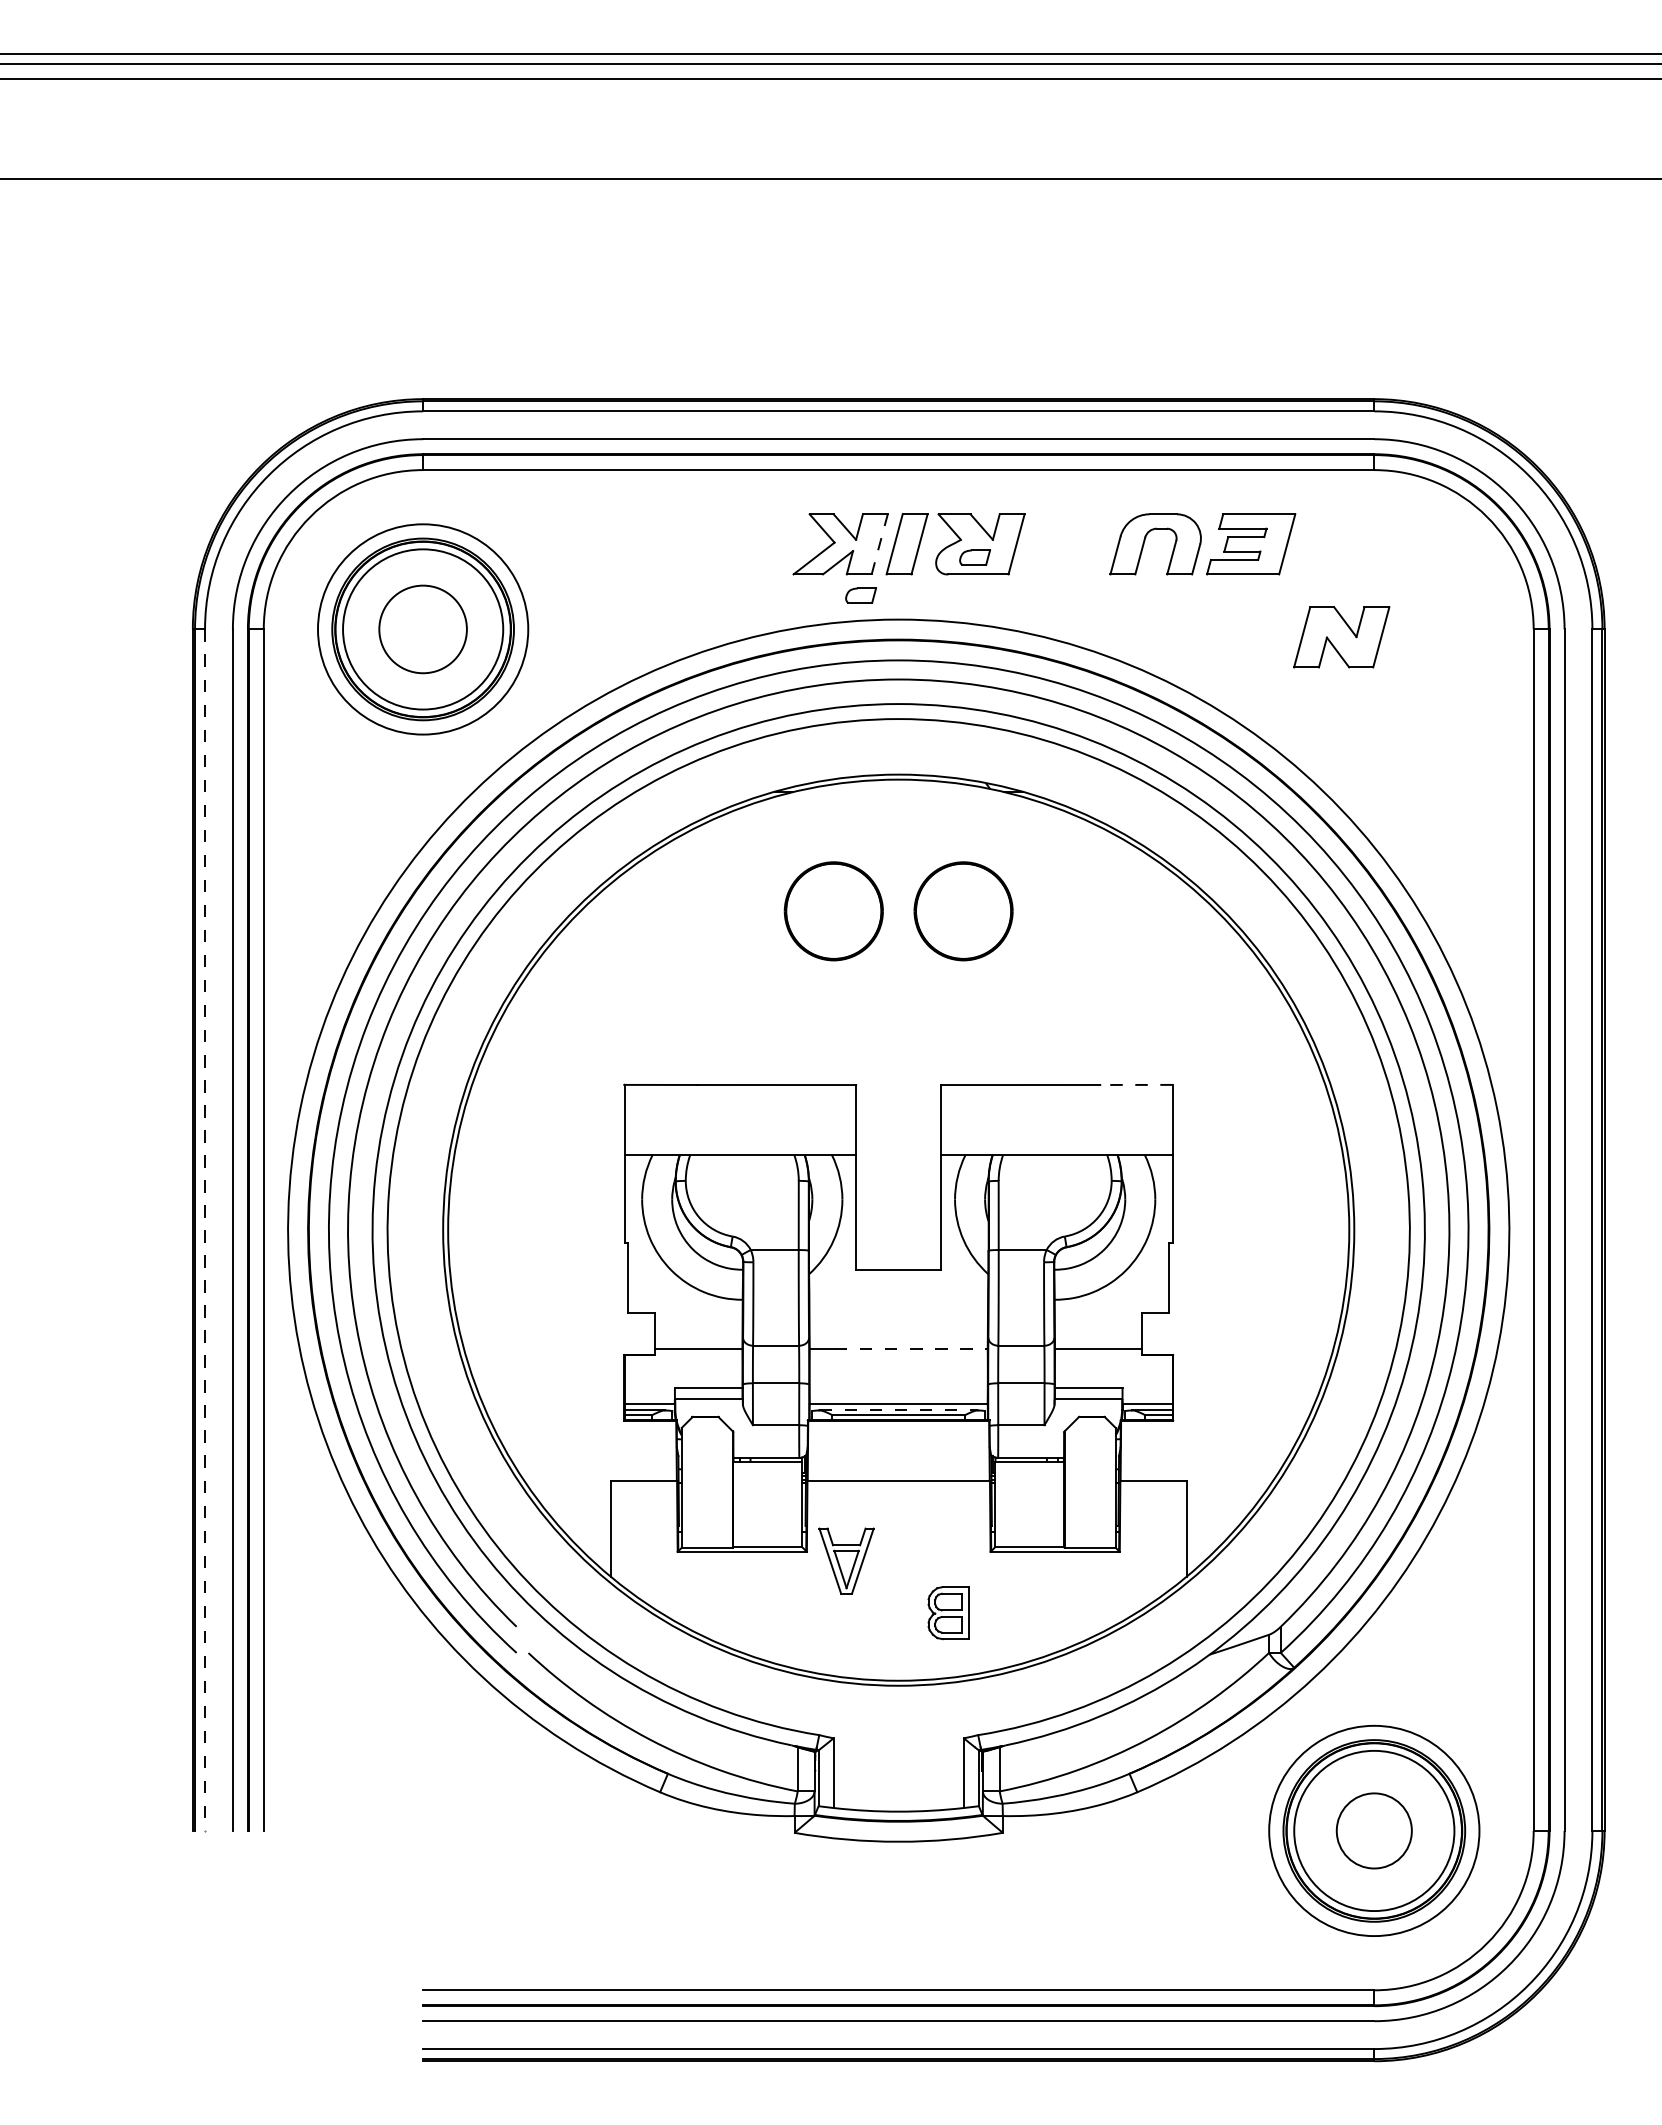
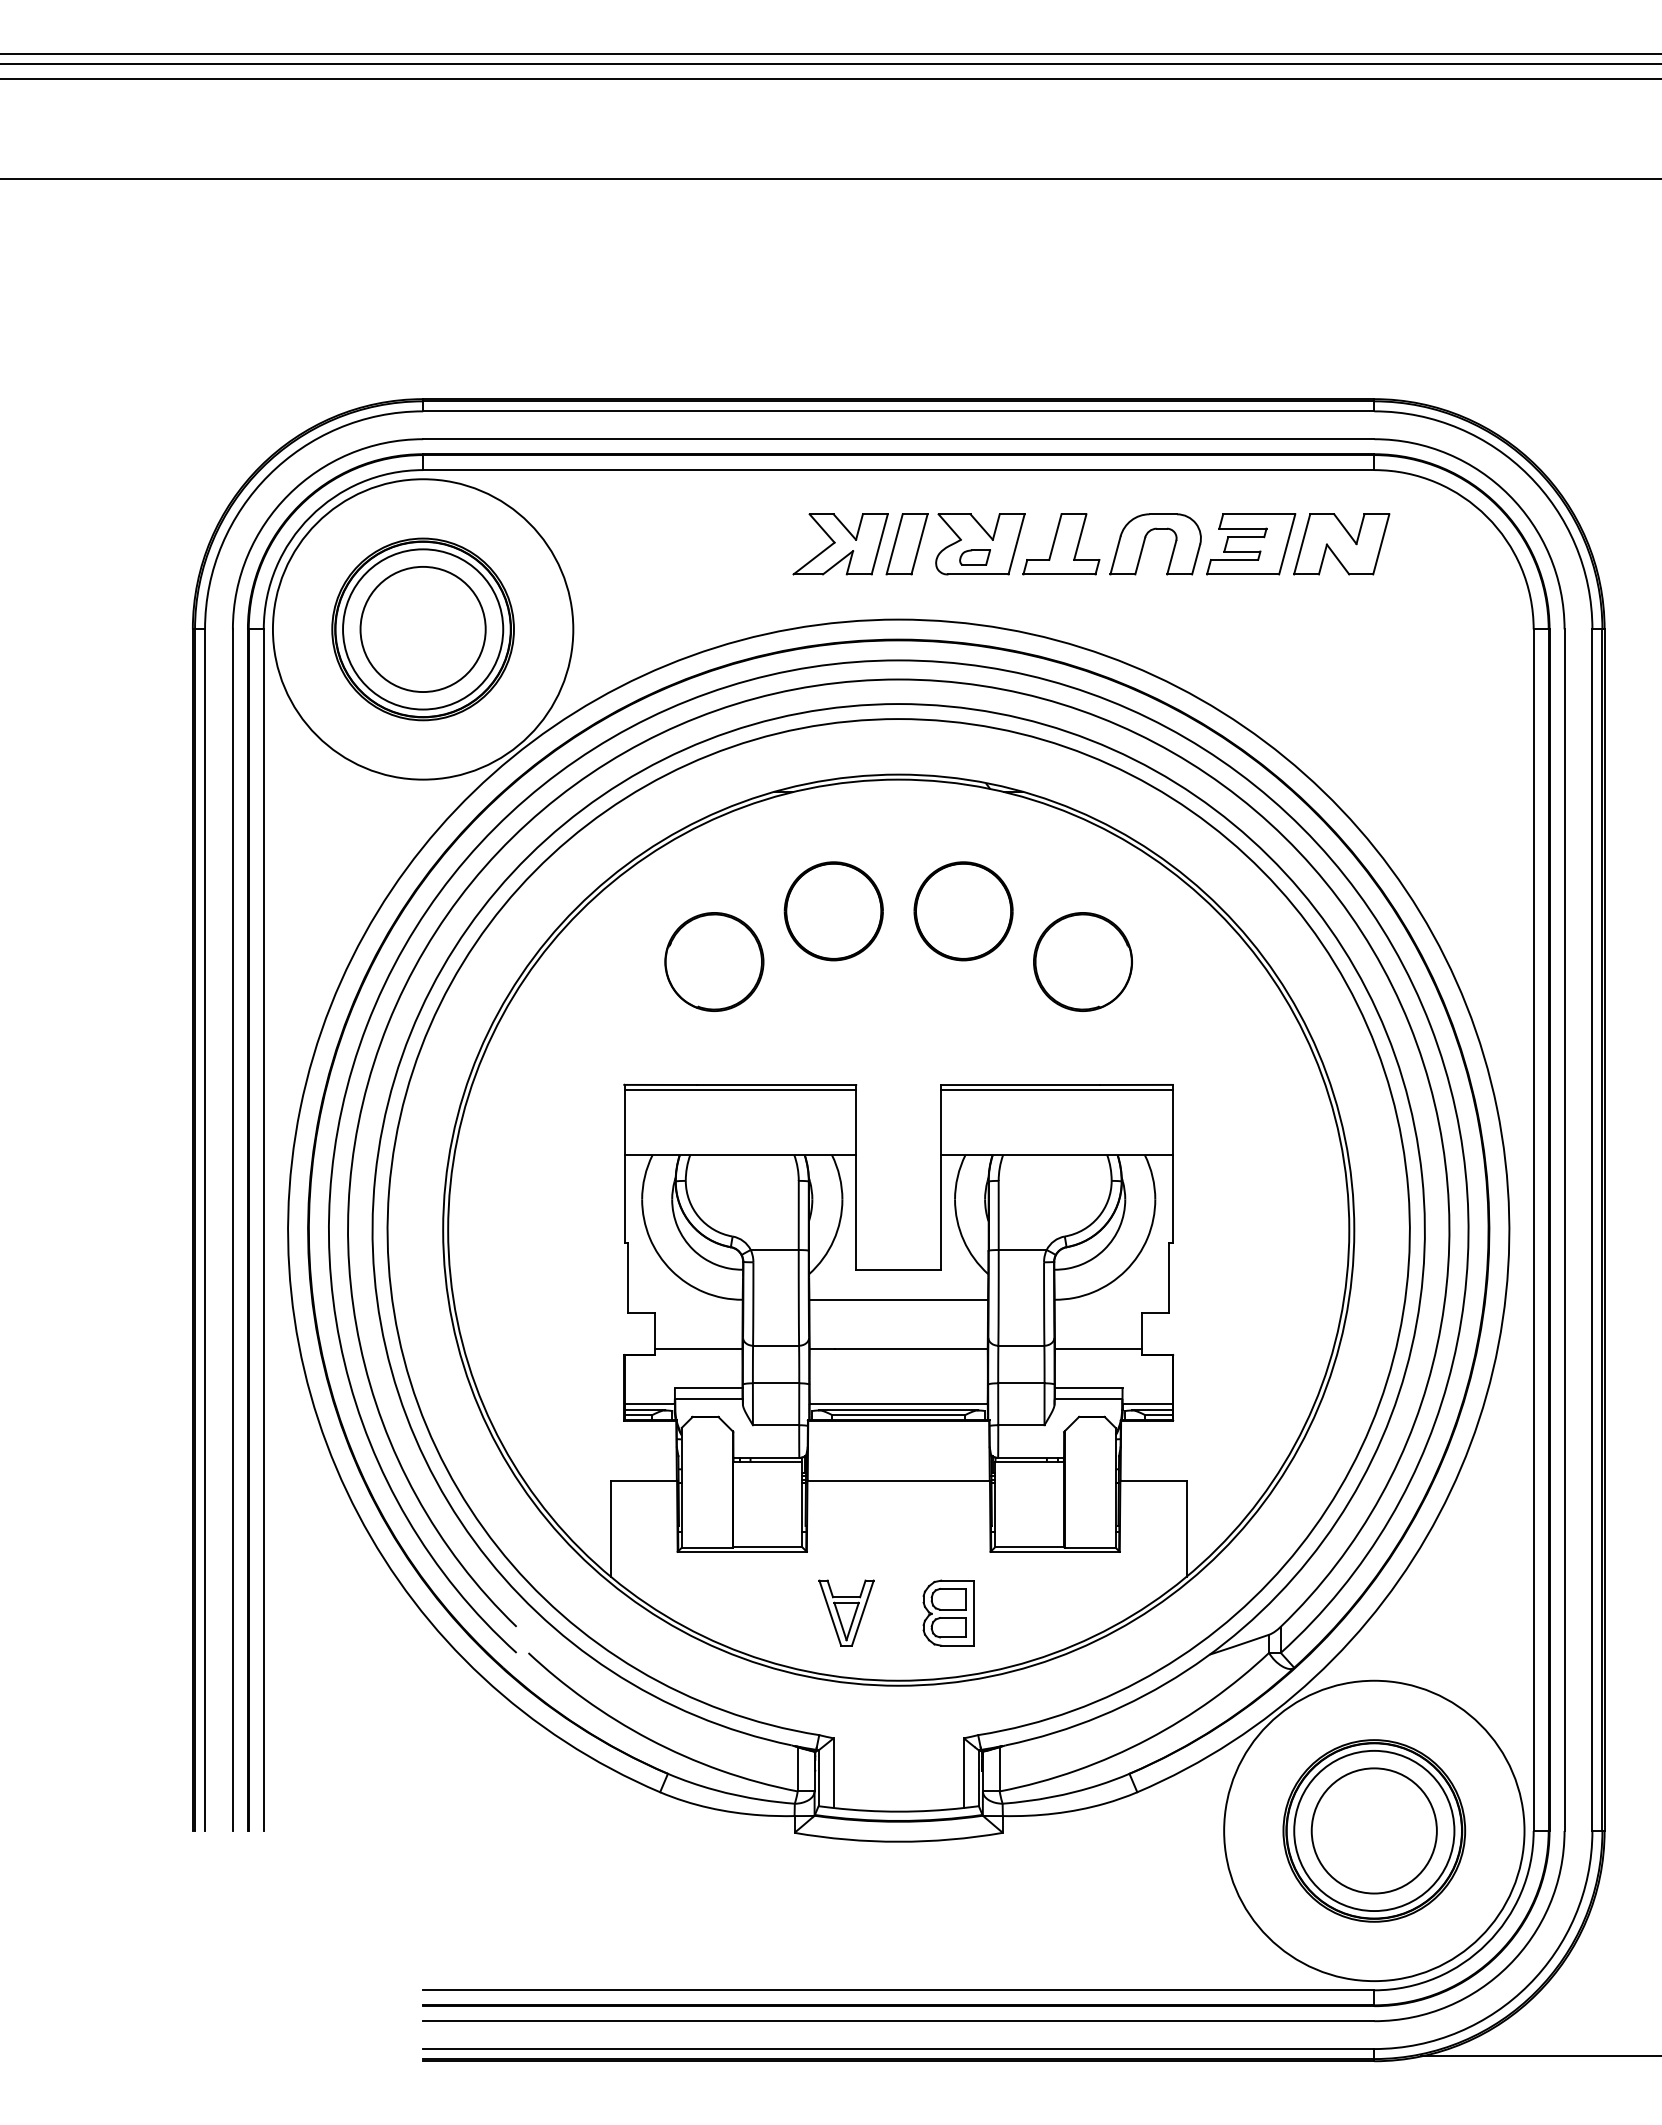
line at (879, 543): dashed -> solid
part at (1061, 544): none -> present
part at (860, 595): present -> none
circle at (422, 629) diameter: 88 px -> 125 px
circle at (423, 629) diameter: 210 px -> 300 px
part at (1341, 637) position: (1341, 637) -> (1341, 544)
part at (714, 961): none -> present
part at (1082, 961): none -> present
line at (1136, 1084): dashed -> solid
line at (740, 1090): none -> present
line at (1056, 1090): none -> present
line at (205, 1230): dashed -> solid
line at (898, 1299): none -> present
line at (911, 1349): dashed -> solid
line at (899, 1410): dashed -> solid
part at (846, 1560) position: (846, 1560) -> (846, 1612)
part at (948, 1613) size: 43x55 px -> 53x68 px
circle at (1373, 1830) diameter: 75 px -> 125 px
circle at (1374, 1830) diameter: 210 px -> 300 px
line at (1539, 2056): none -> present
